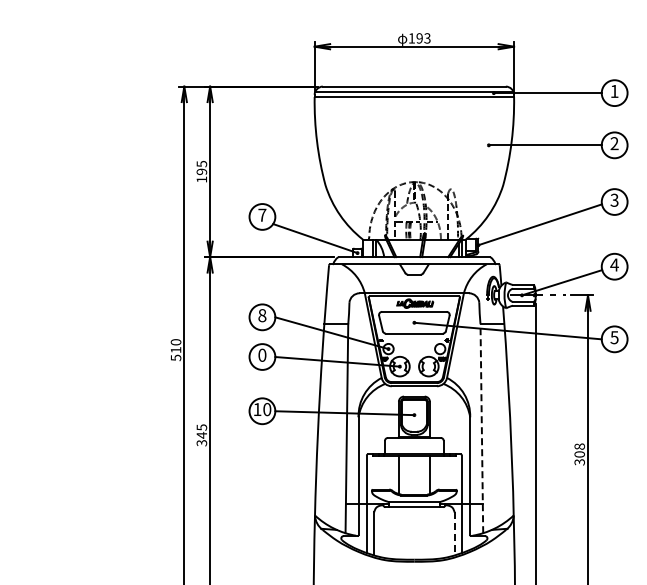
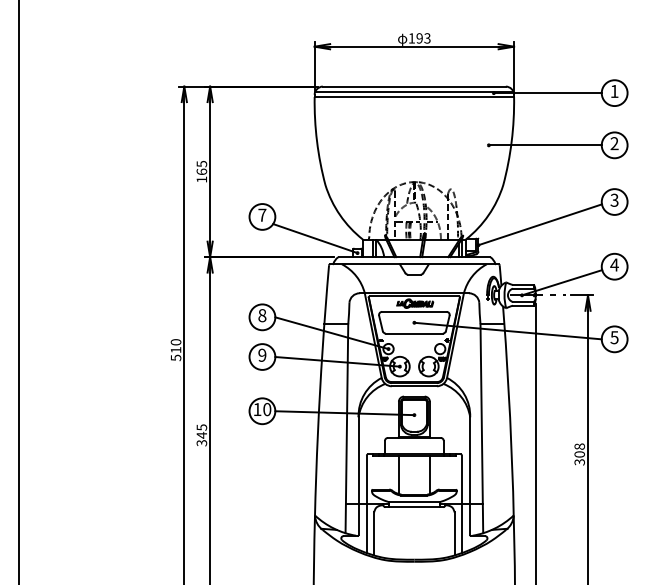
text at (201, 171): 195 -> 165
line at (19, 291): none -> present
text at (262, 354): 0 -> 9
line at (481, 428): dashed -> solid
line at (454, 534): dashed -> solid
